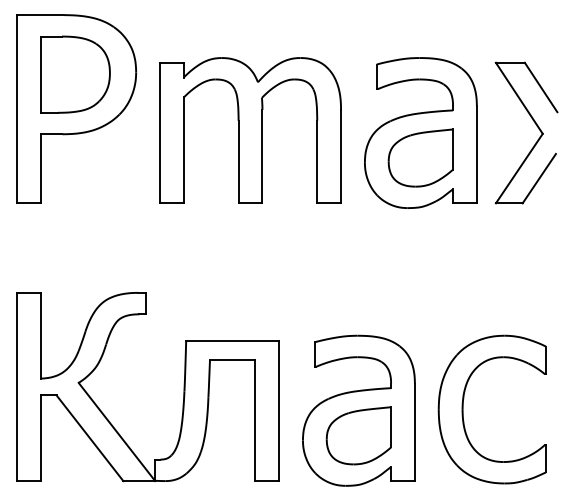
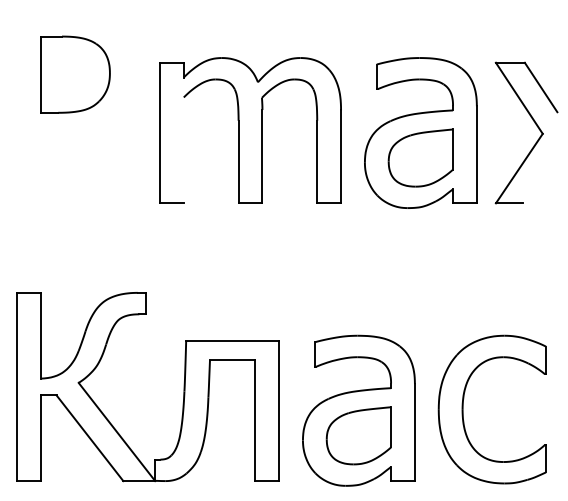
part at (76, 108): present -> none
line at (183, 150): present -> none
line at (538, 178): present -> none
